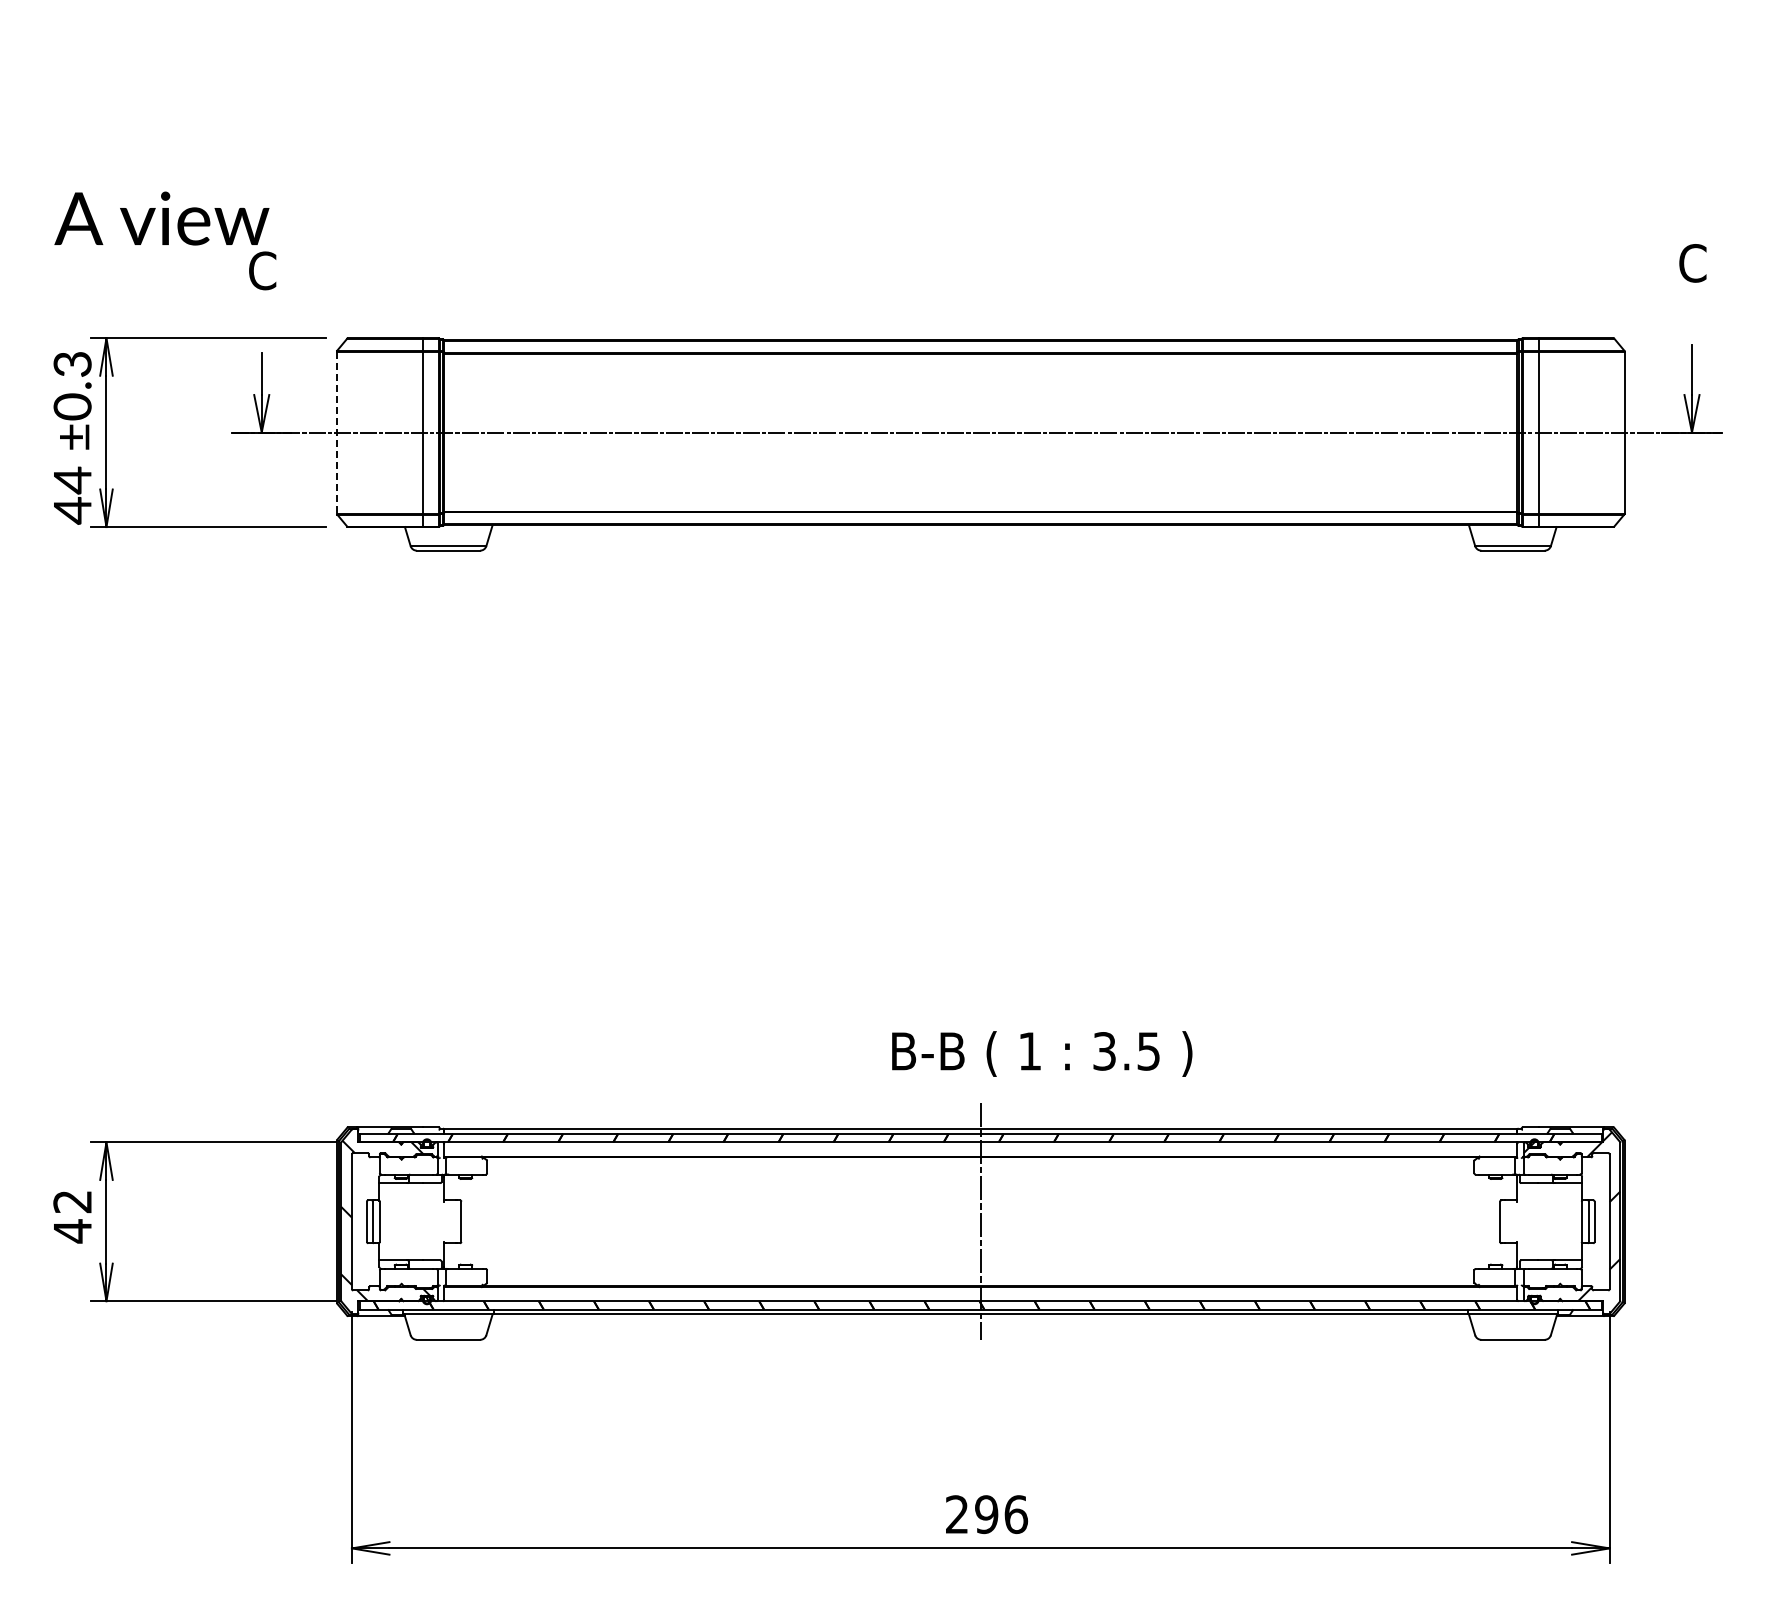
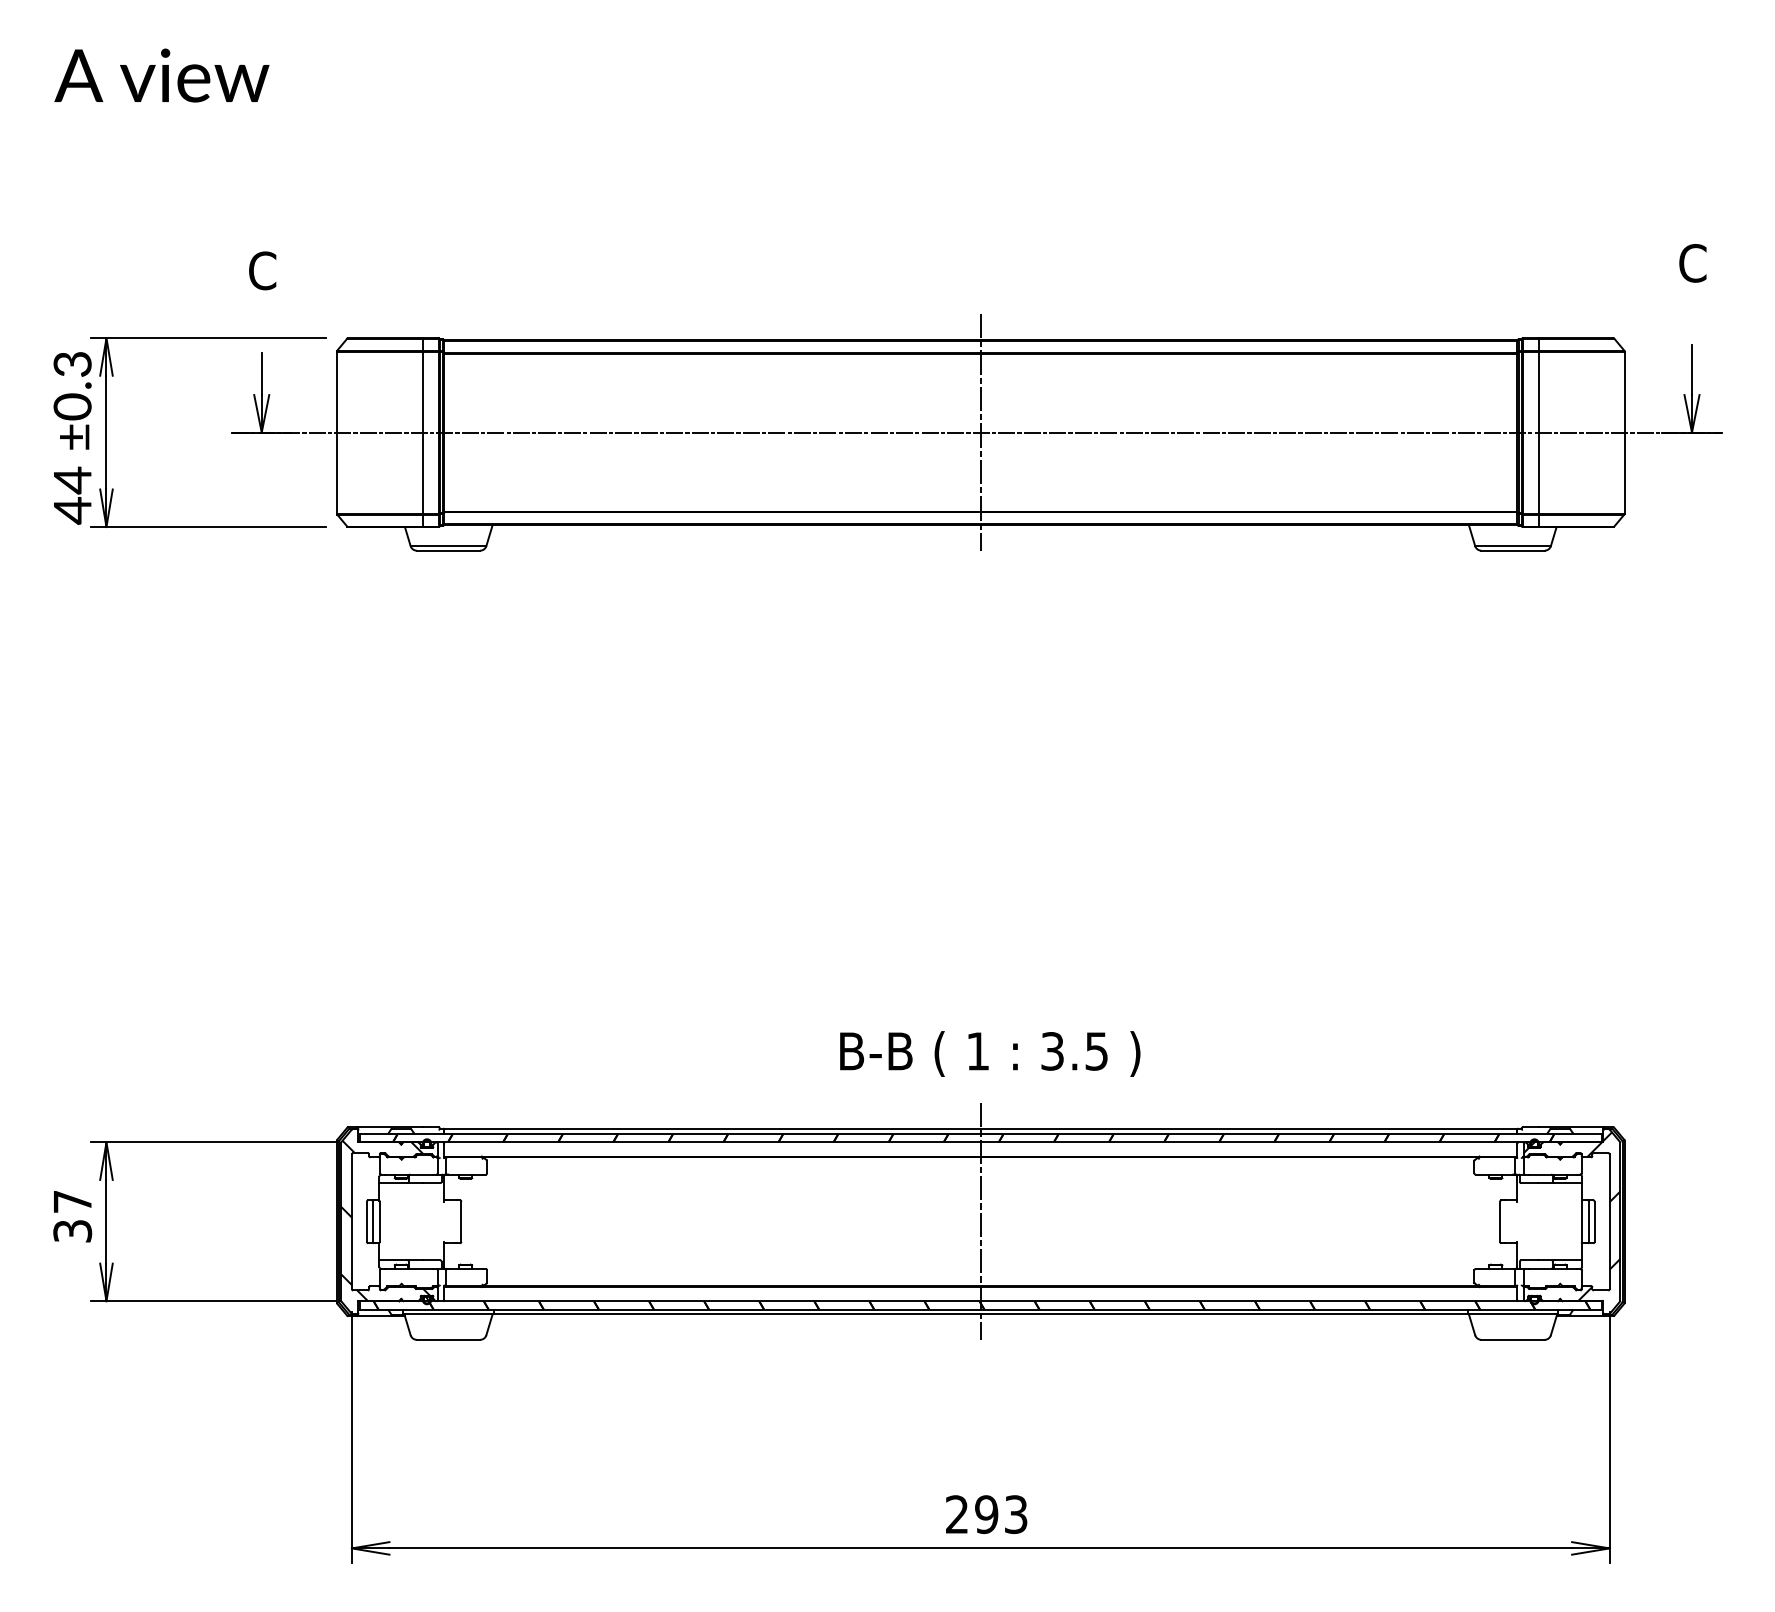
text at (161, 218) position: (161, 218) -> (161, 75)
line at (980, 432): none -> present
line at (336, 433): dashed -> solid
text at (1042, 1053) position: (1042, 1053) -> (990, 1053)
text at (72, 1217): 42 -> 37
text at (1016, 1514): 296 -> 293
